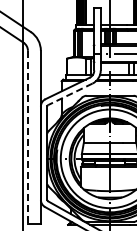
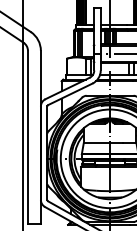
line at (70, 94): dashed -> solid
line at (27, 137): dashed -> solid
